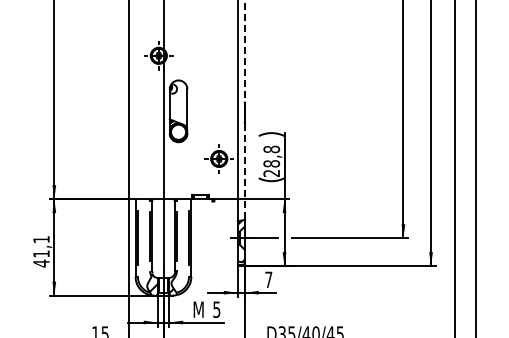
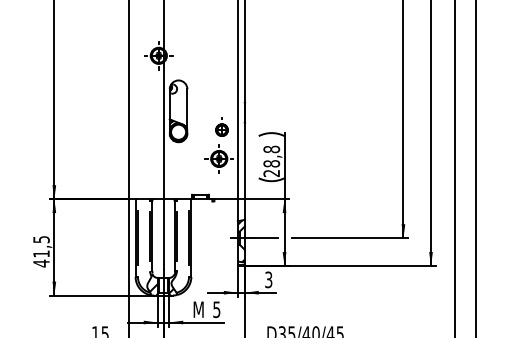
line at (244, 110): dashed -> solid
part at (221, 126): none -> present
text at (41, 239): 41,1 -> 41,5
text at (268, 279): 7 -> 3
